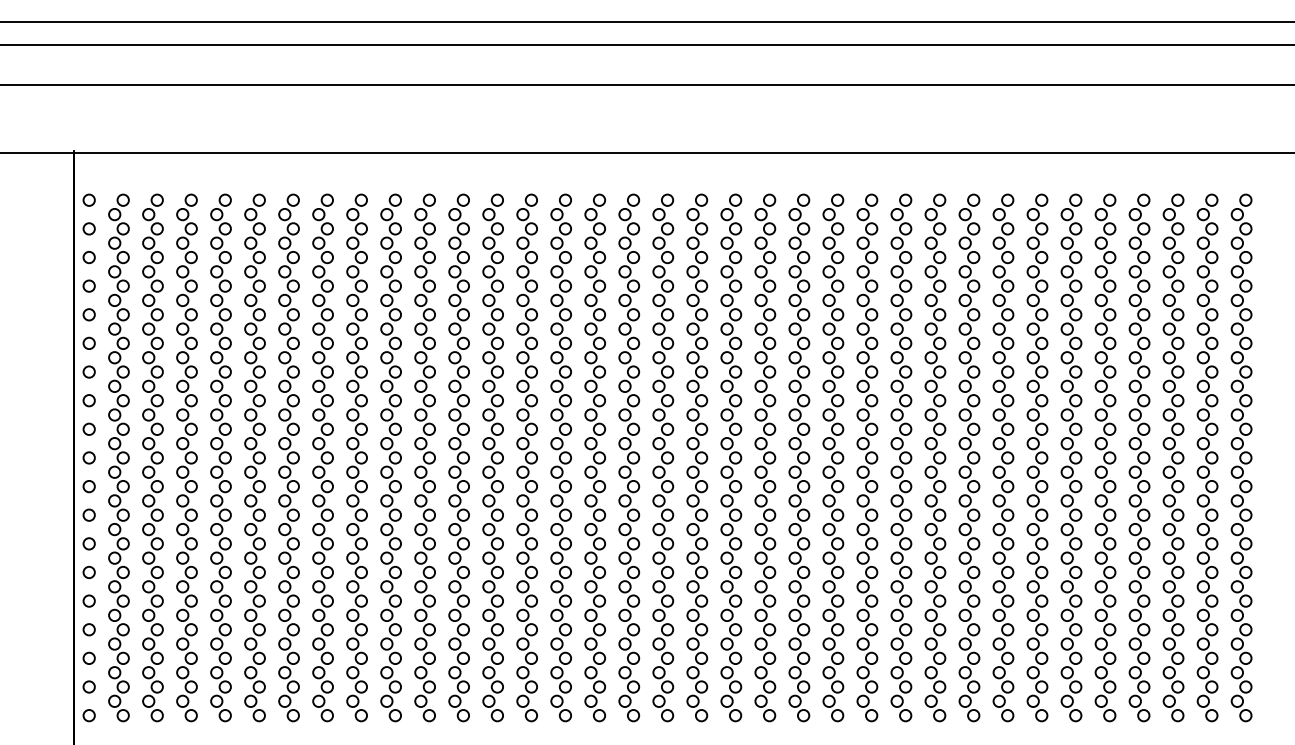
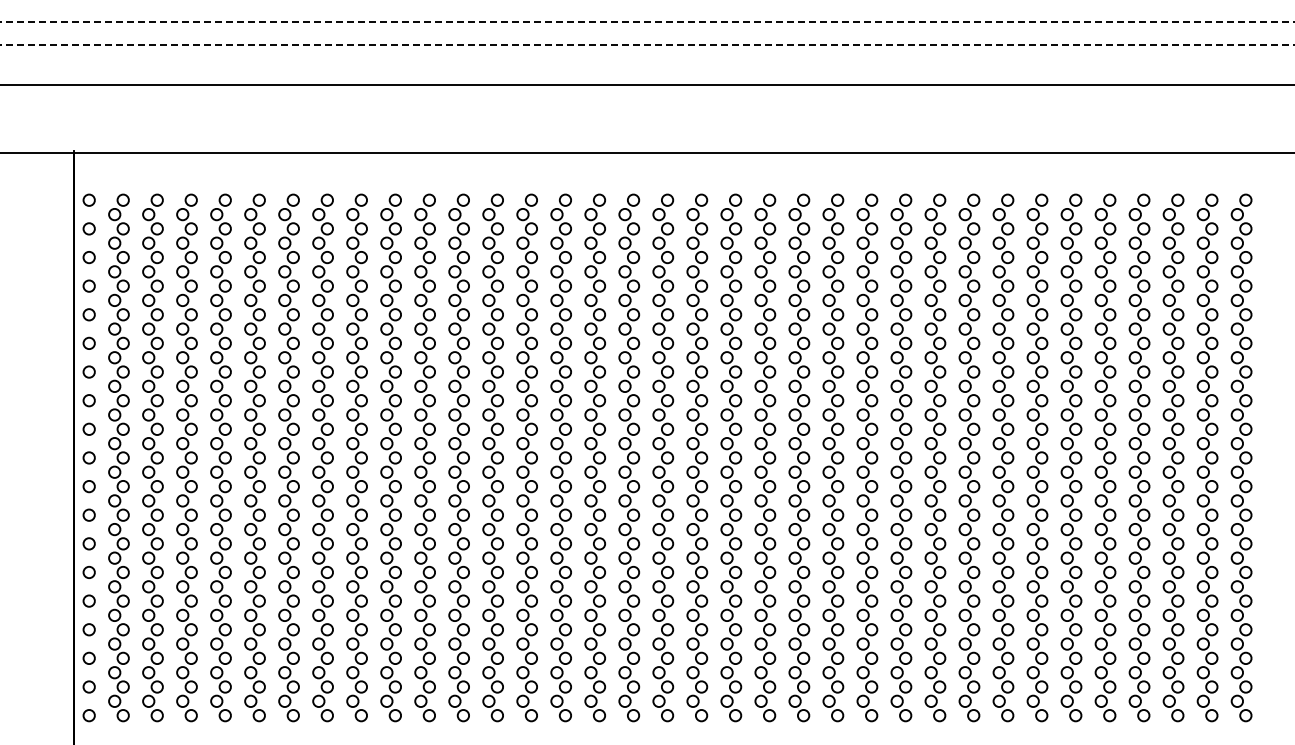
line at (647, 22): solid -> dashed
line at (647, 44): solid -> dashed
